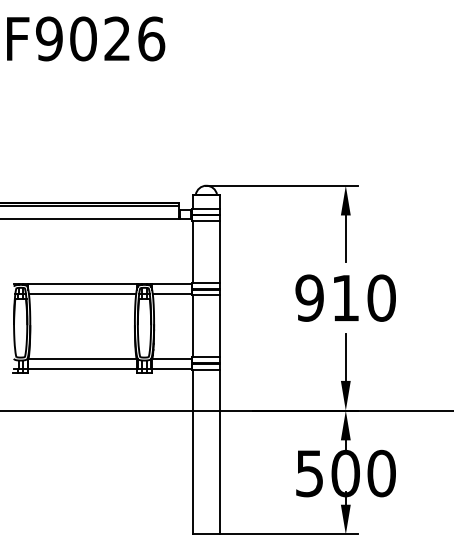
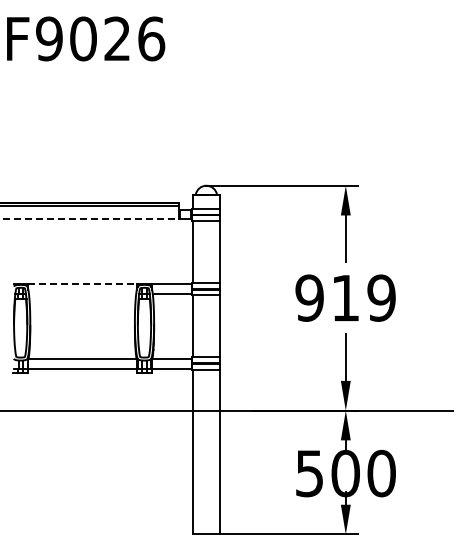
line at (89, 219): solid -> dashed
line at (83, 284): solid -> dashed
line at (82, 294): present -> none
text at (381, 297): 910 -> 919
